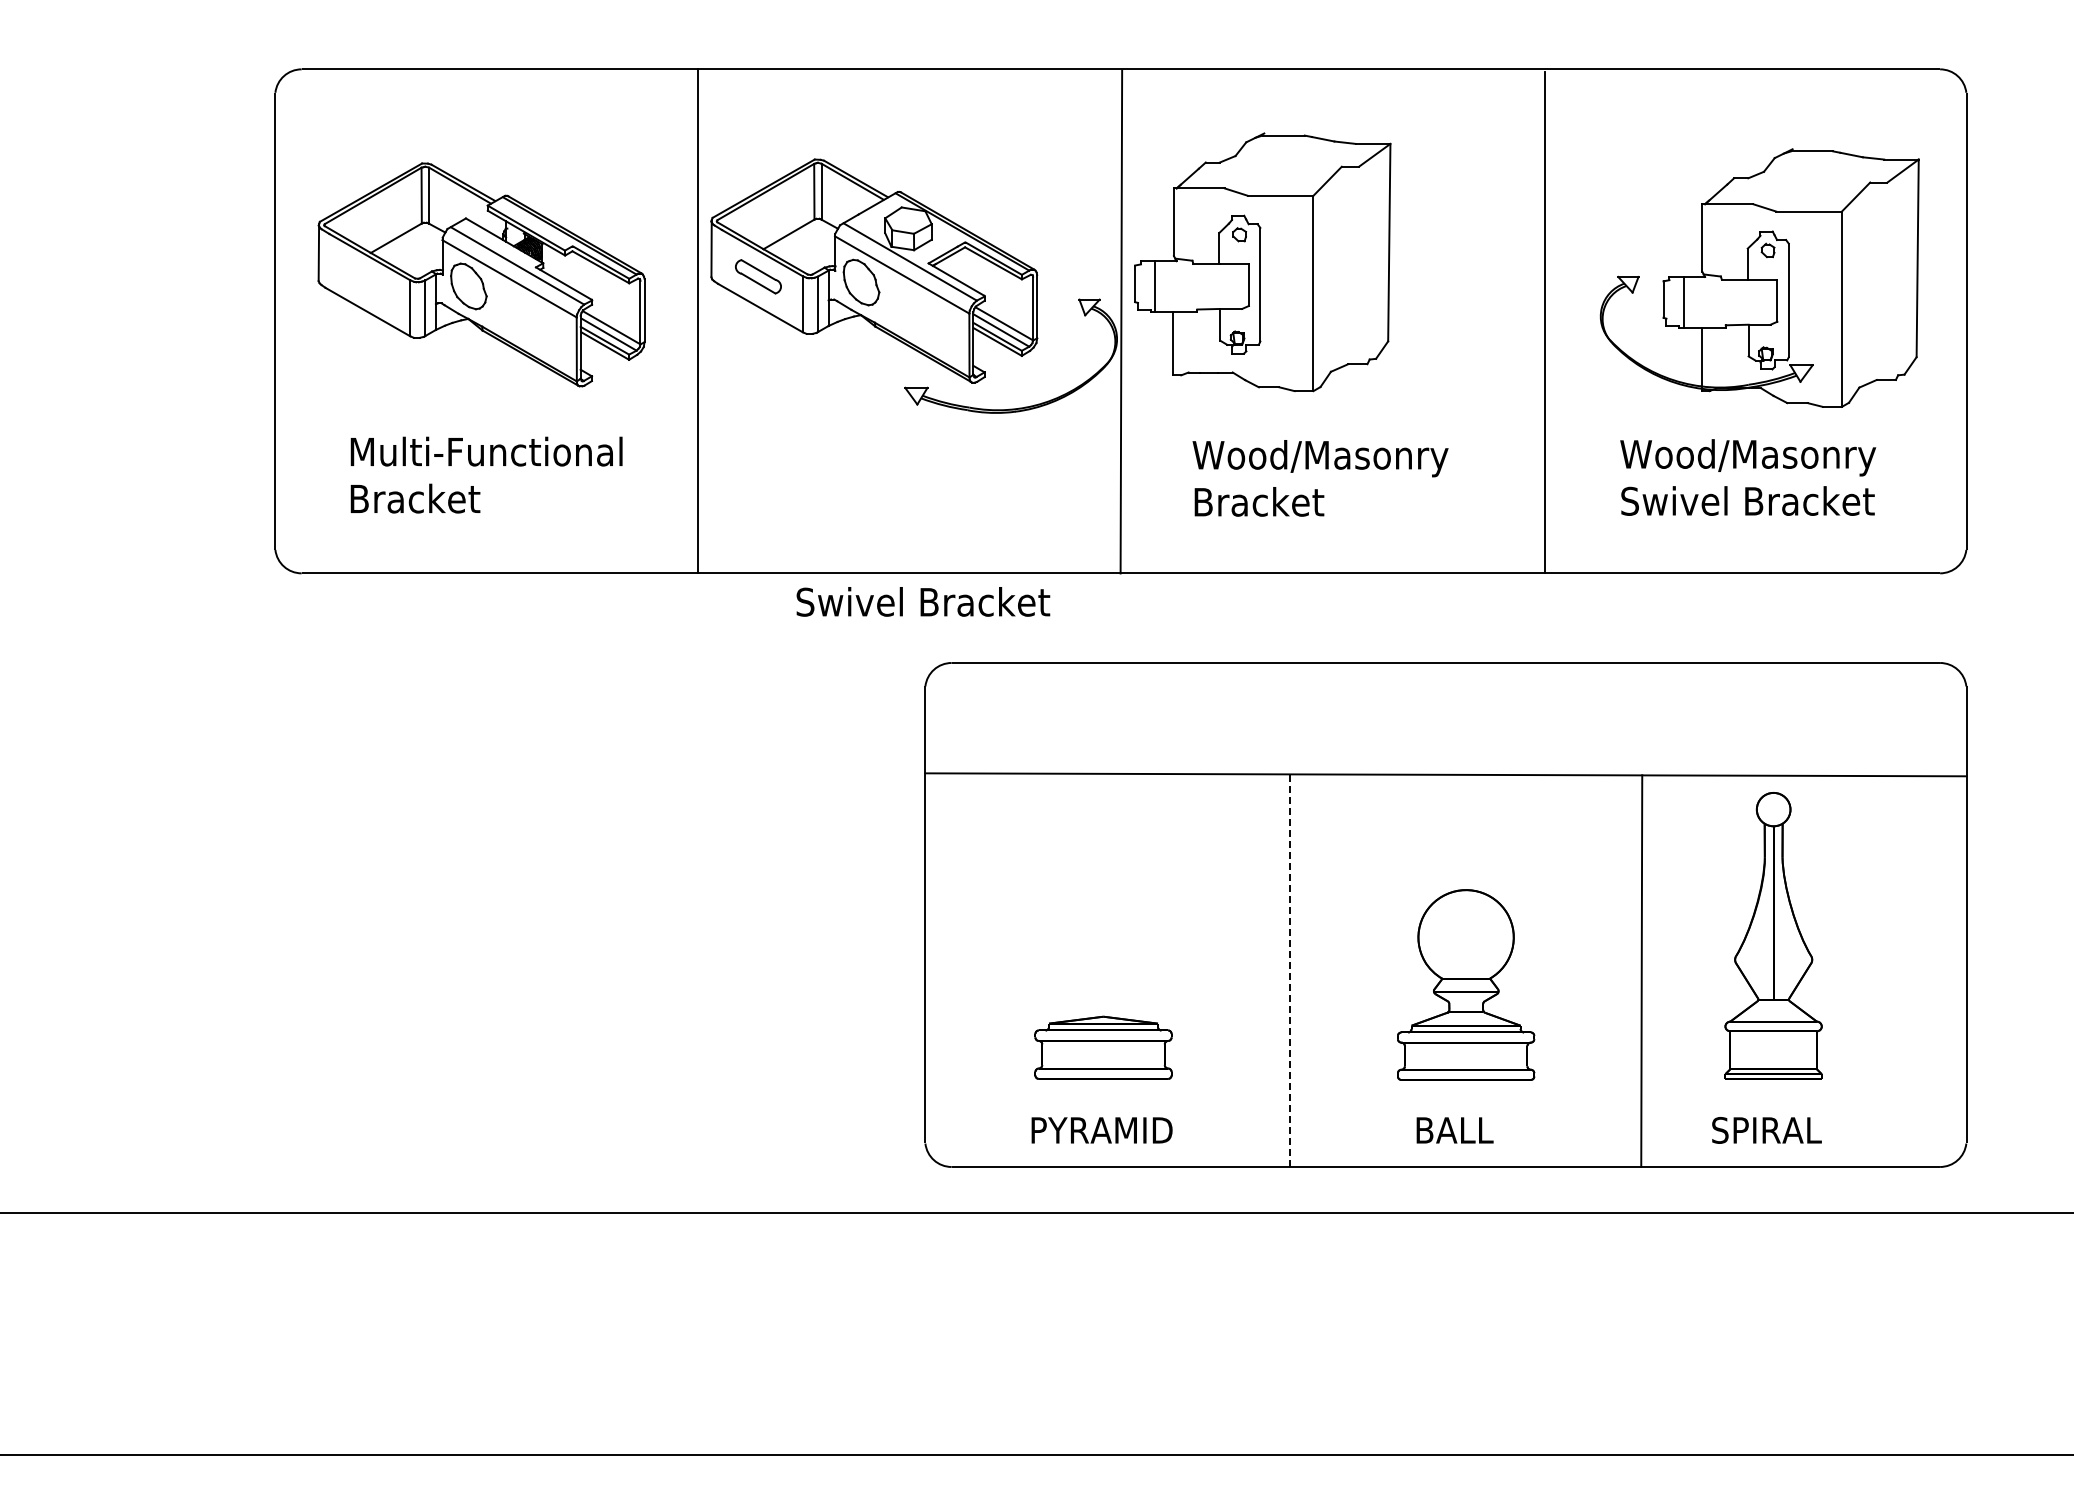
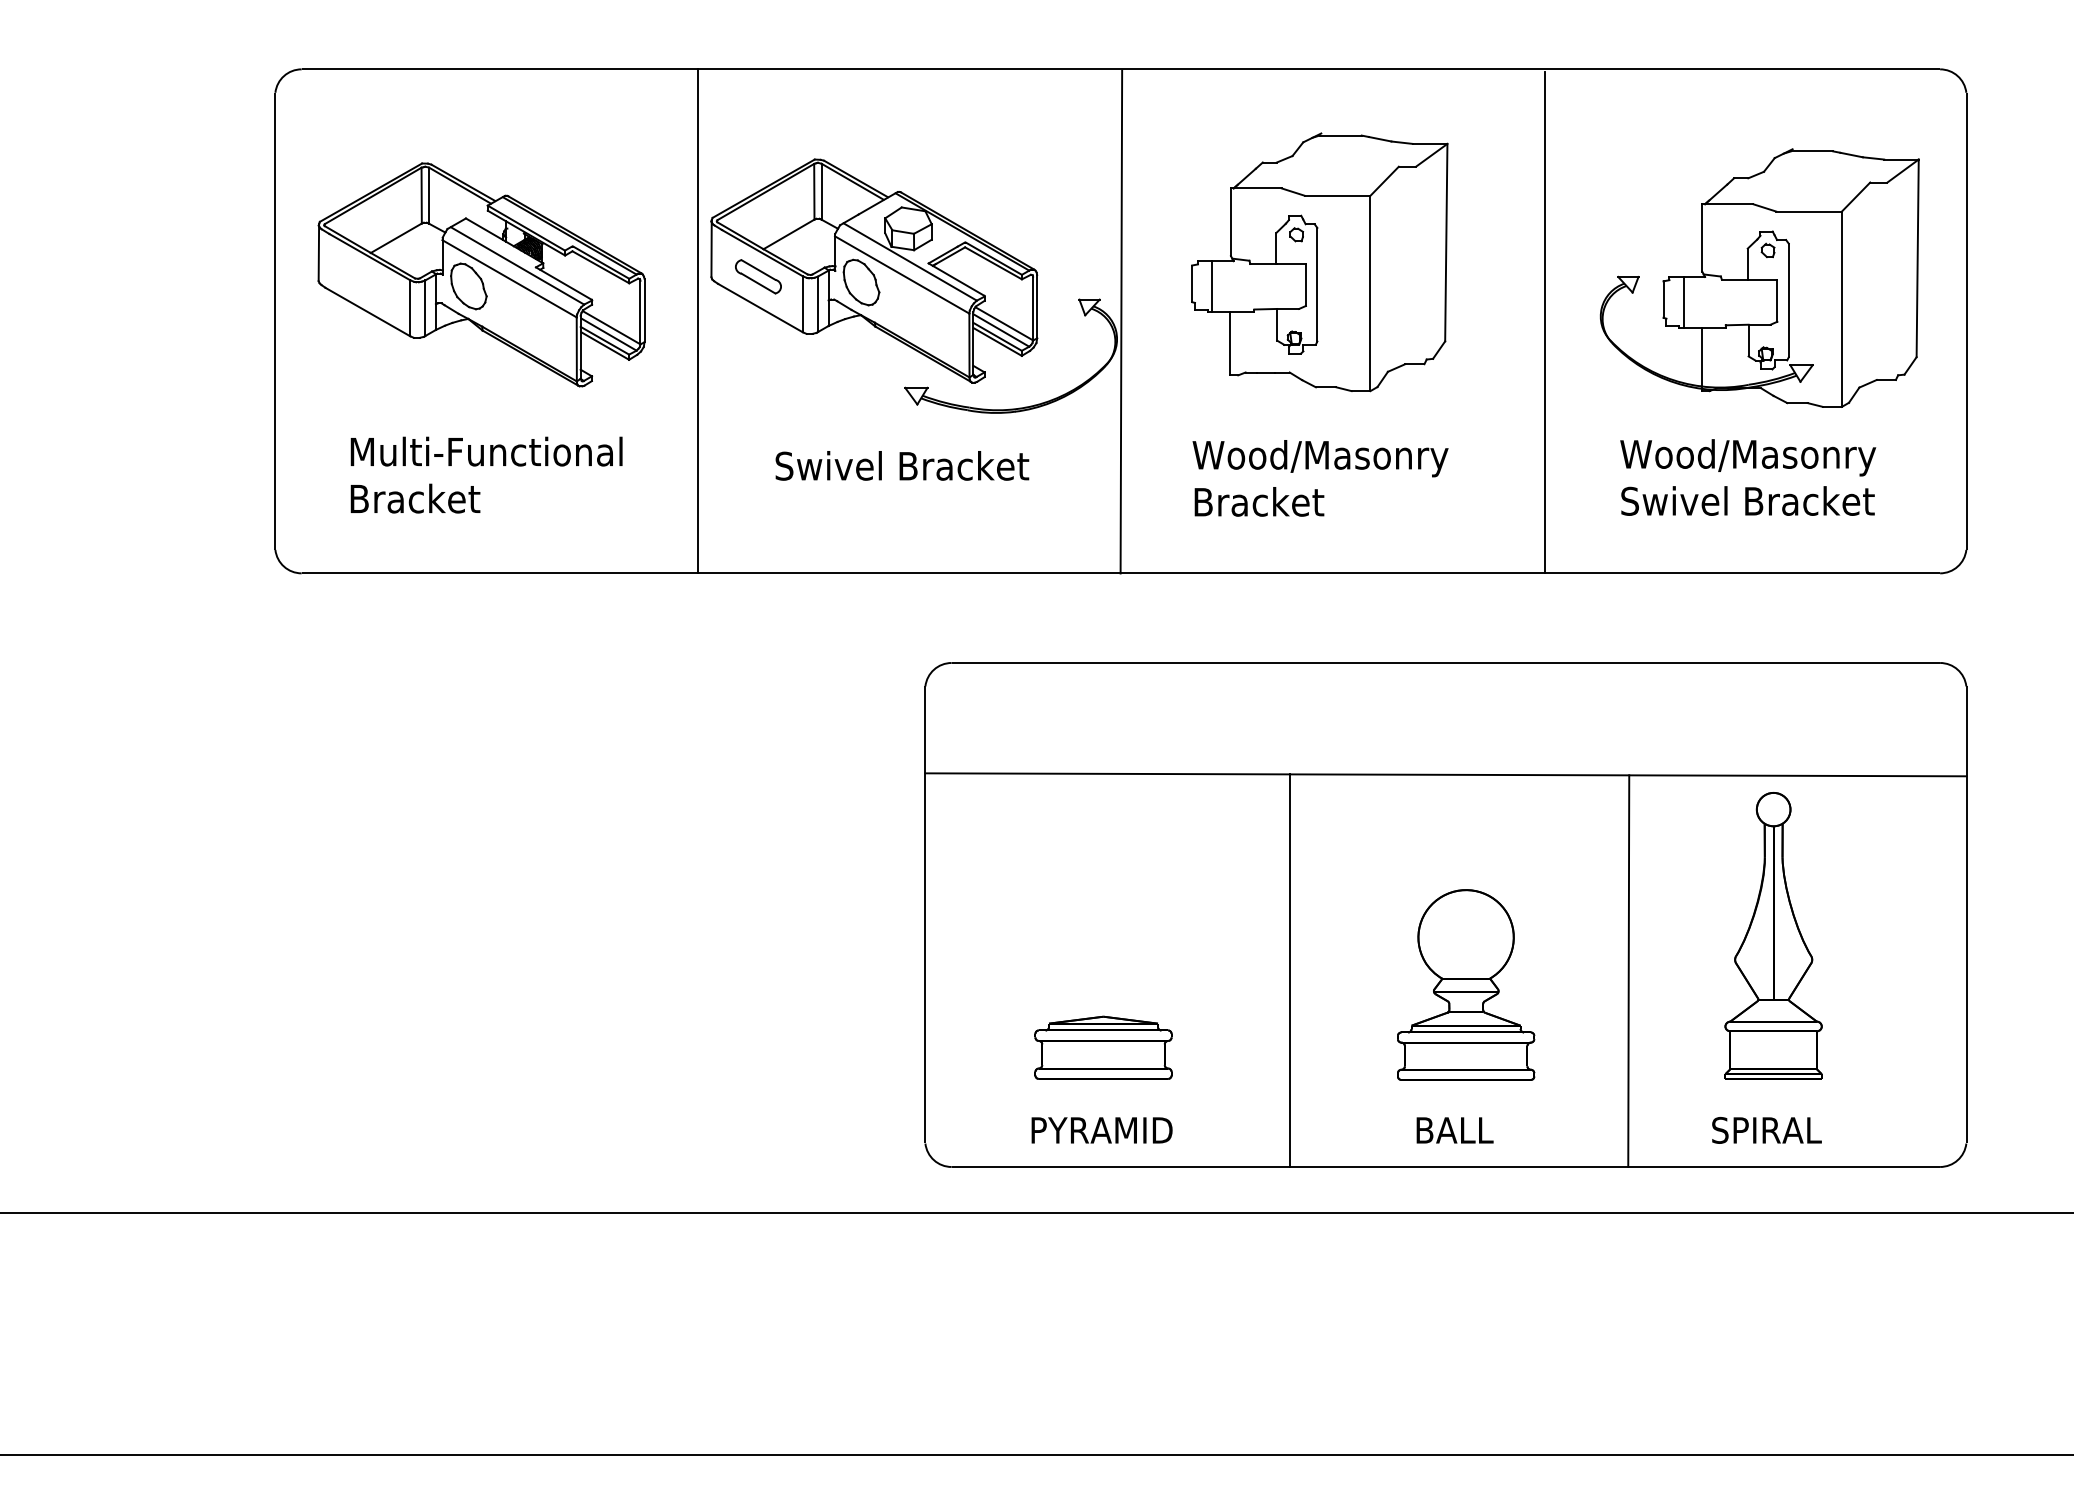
part at (1262, 262) position: (1262, 262) -> (1319, 262)
text at (923, 601) position: (923, 601) -> (902, 465)
line at (1290, 970): dashed -> solid
line at (1641, 970) position: (1641, 970) -> (1628, 970)
